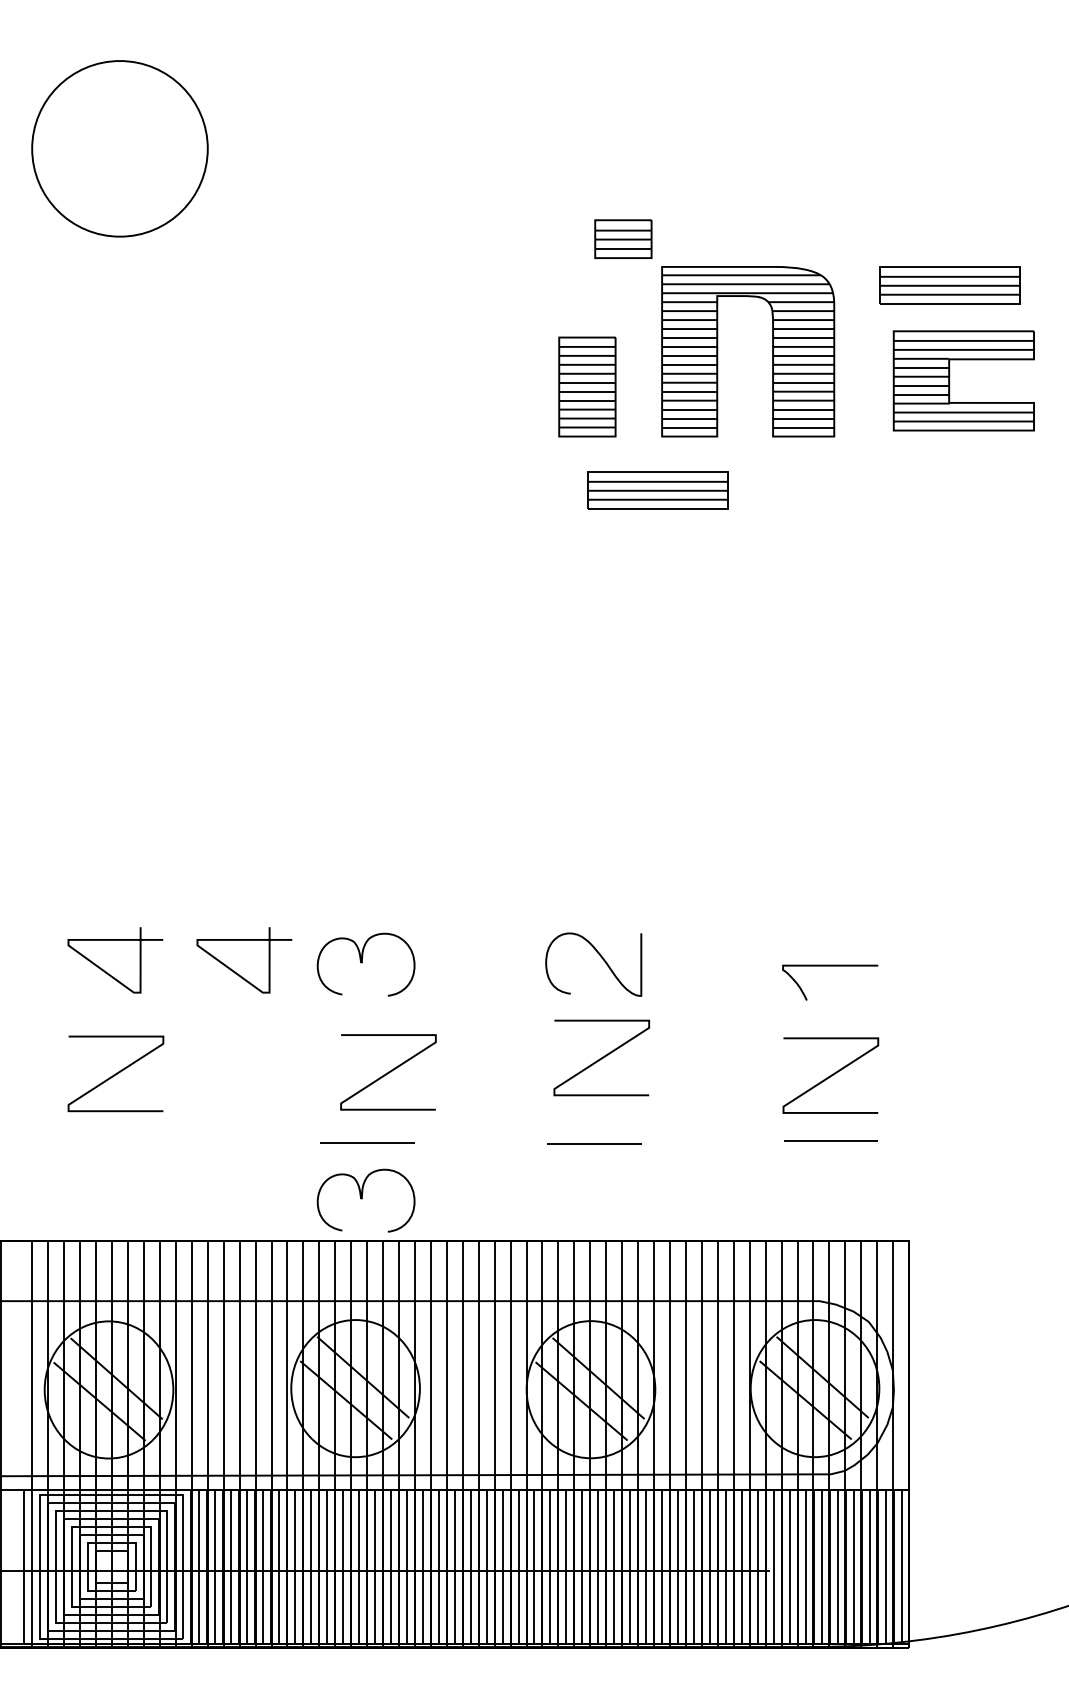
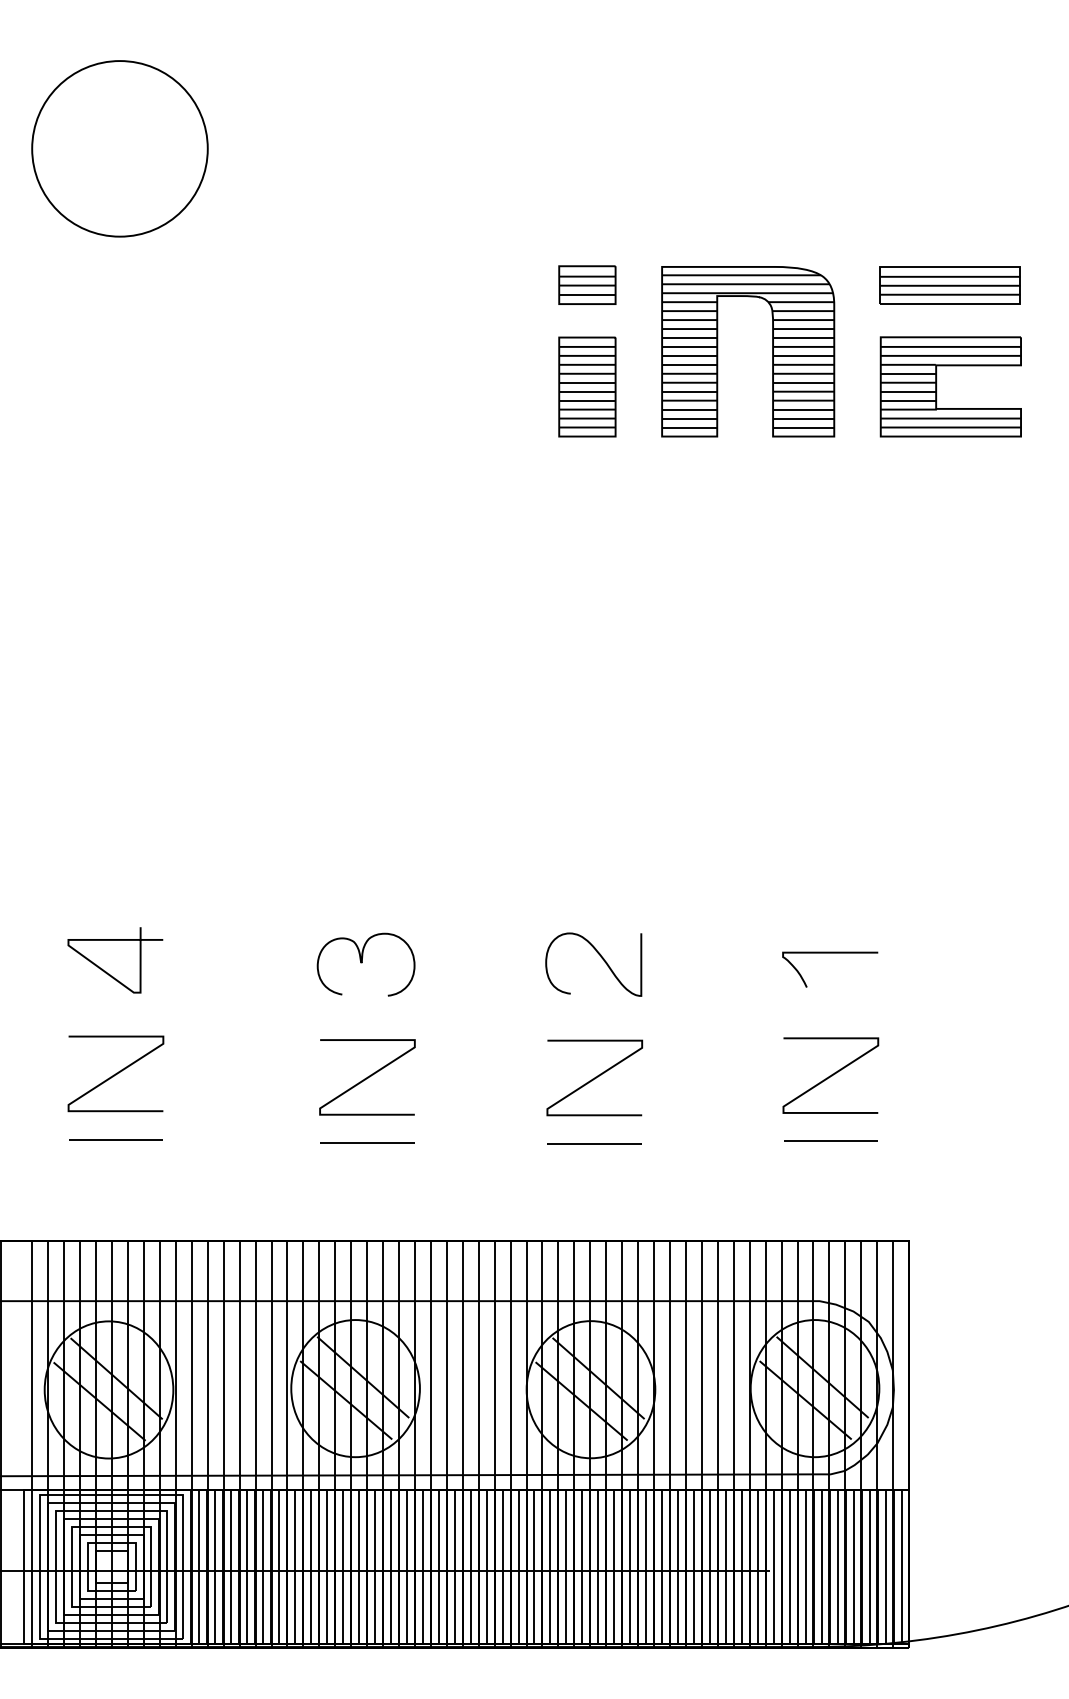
part at (623, 238) position: (623, 238) -> (587, 284)
part at (950, 380) position: (950, 380) -> (937, 386)
part at (657, 490): present -> none
curve at (830, 966) position: (830, 966) -> (830, 953)
curve at (235, 971): present -> none
curve at (601, 1057) position: (601, 1057) -> (594, 1077)
curve at (388, 1072) position: (388, 1072) -> (367, 1077)
line at (115, 1139): none -> present
curve at (362, 1199): present -> none
